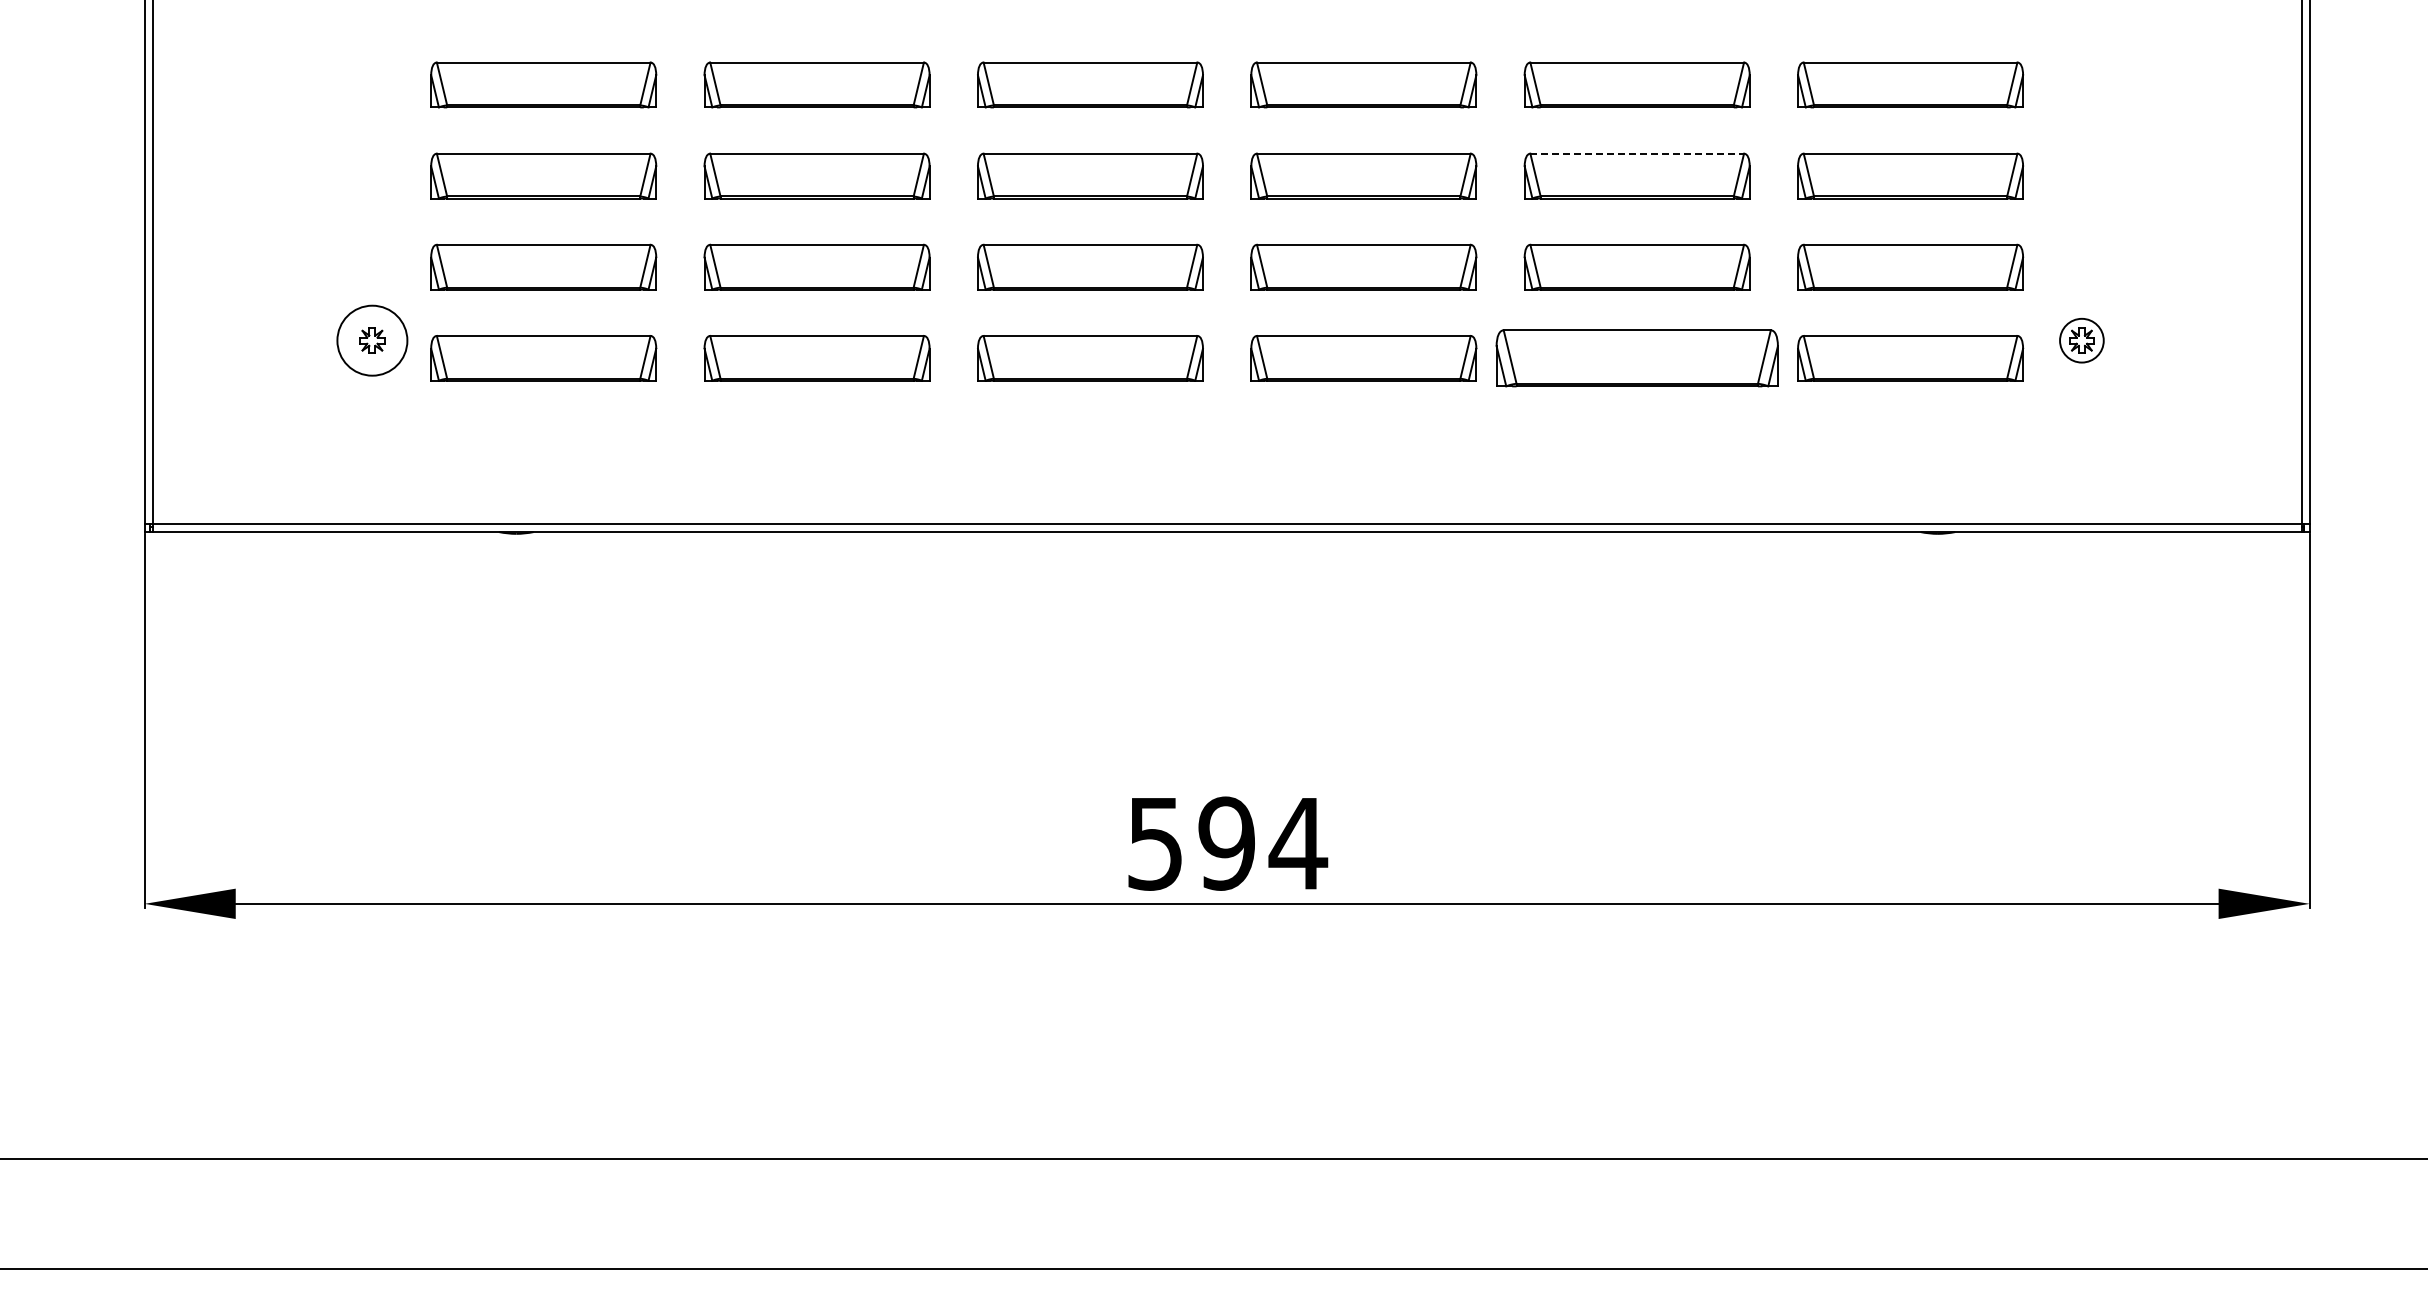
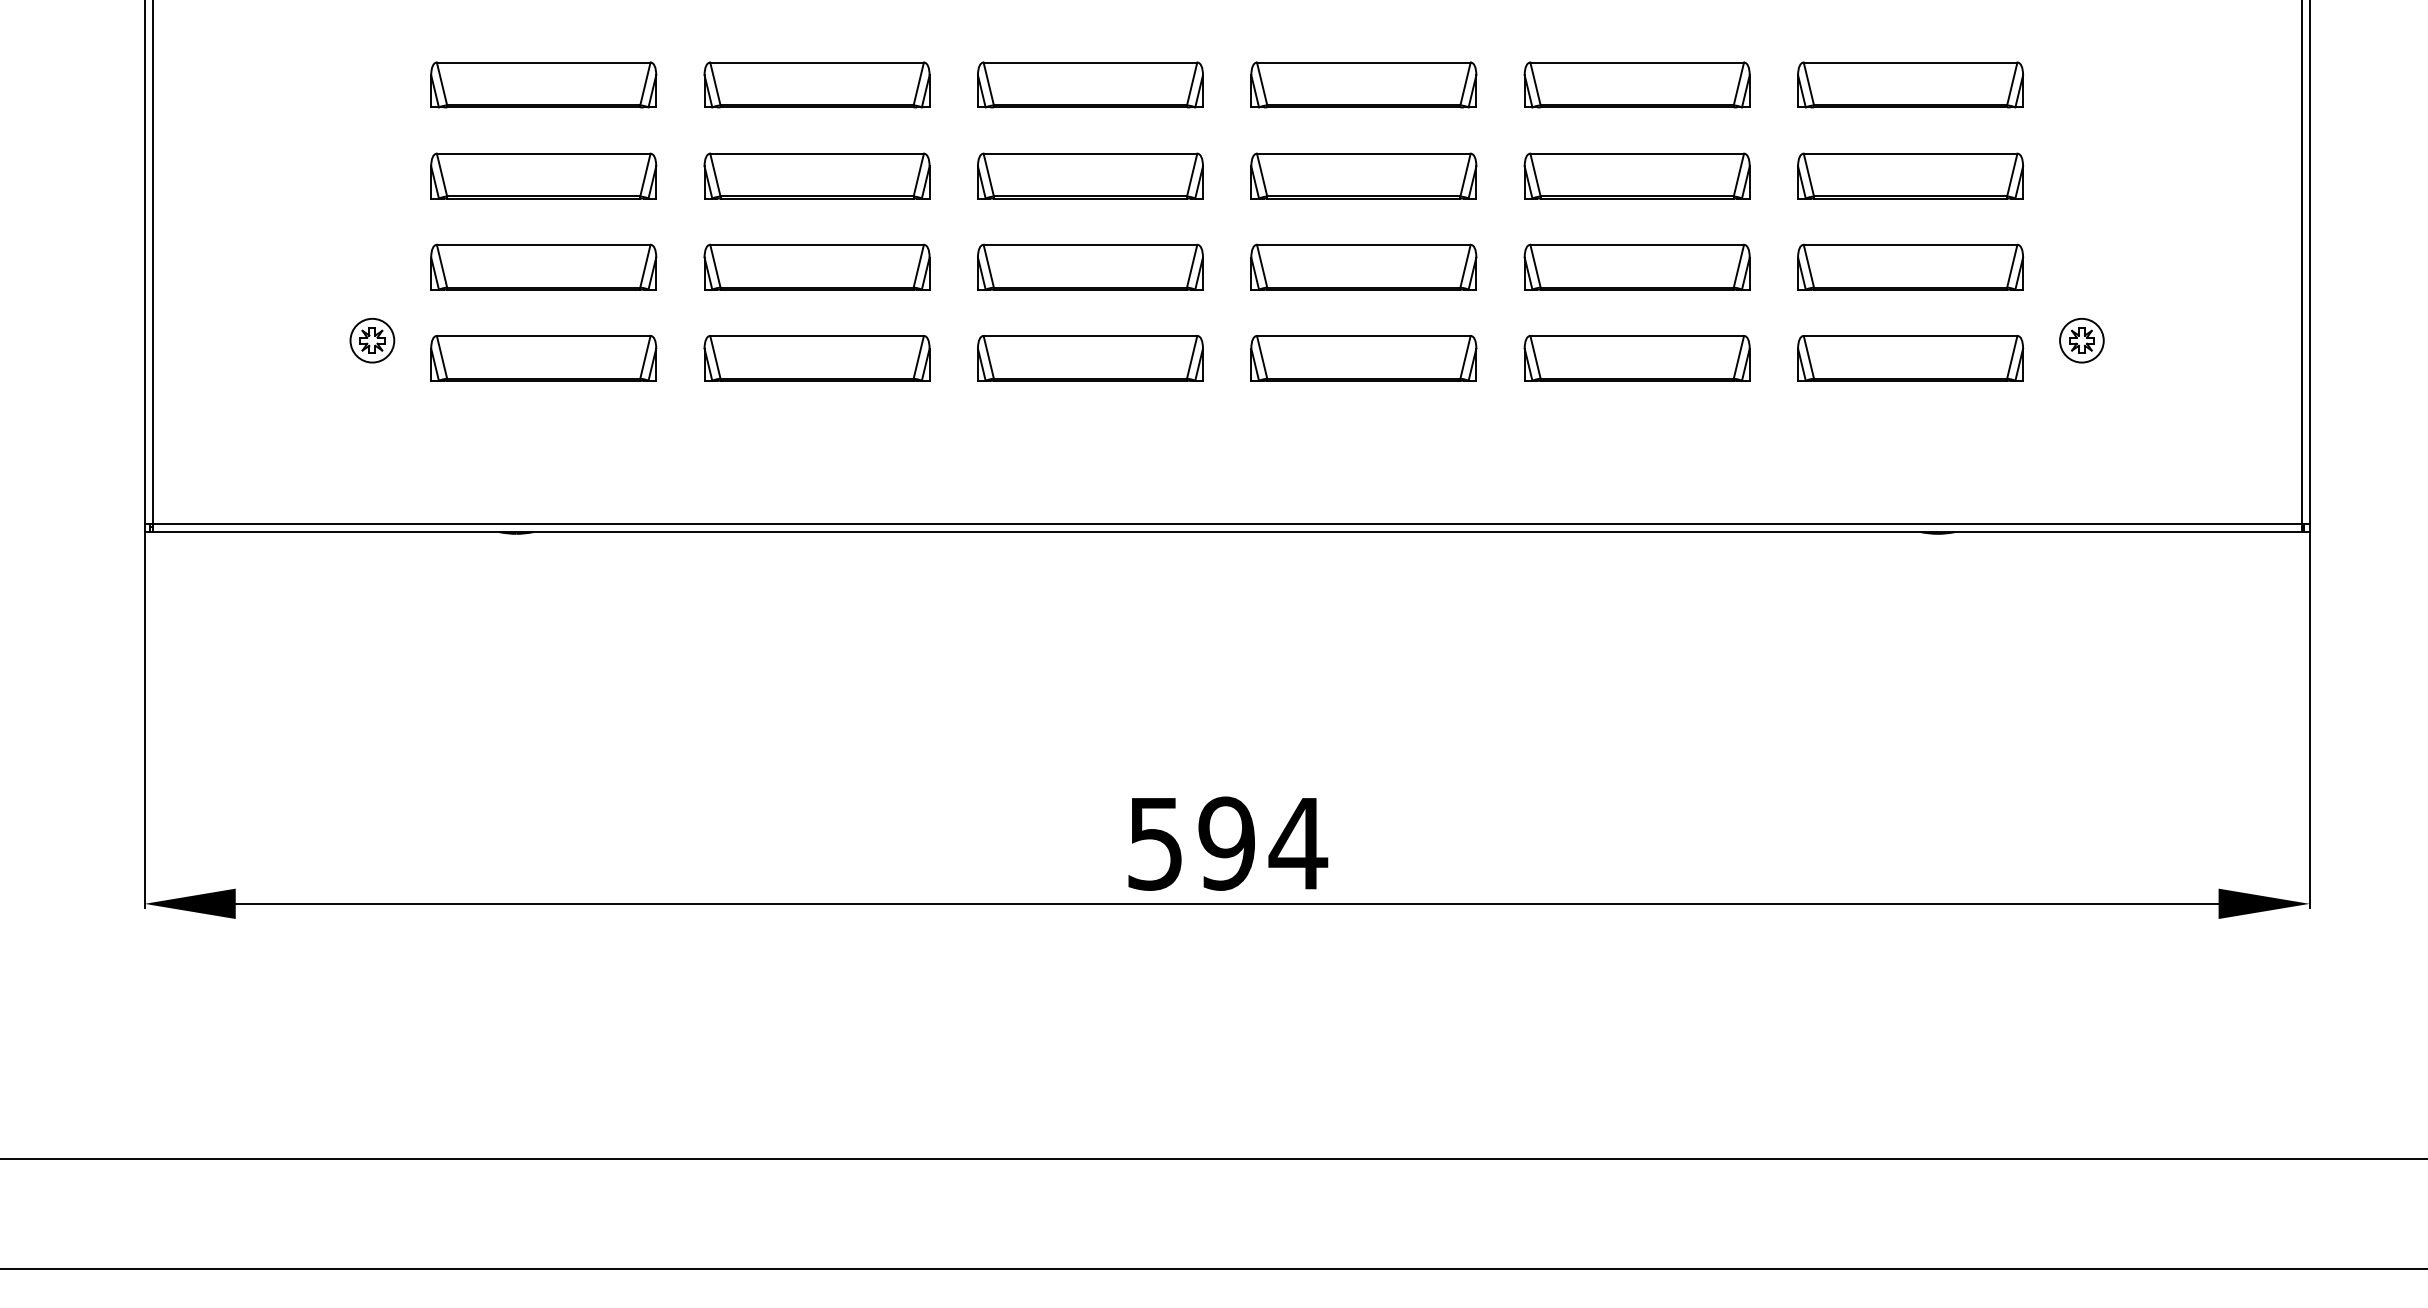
line at (1637, 153): dashed -> solid
circle at (372, 340) diameter: 70 px -> 44 px
part at (1636, 358) size: 284x59 px -> 228x47 px
